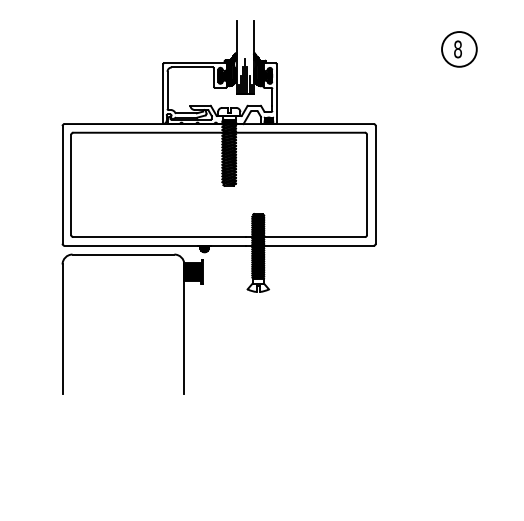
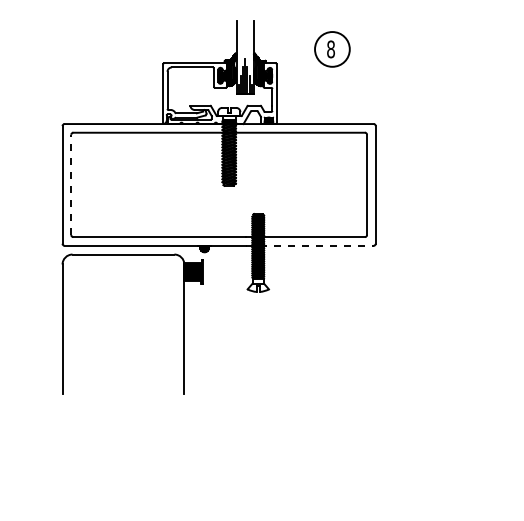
part at (459, 49) position: (459, 49) -> (332, 49)
line at (71, 184): solid -> dashed
line at (309, 245): solid -> dashed
